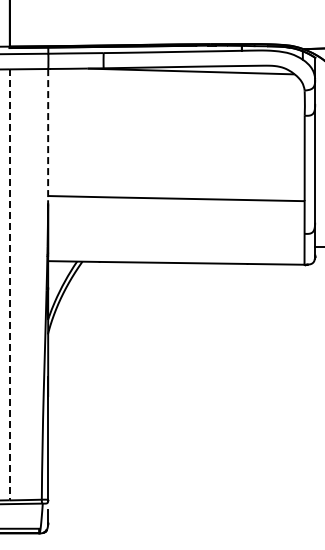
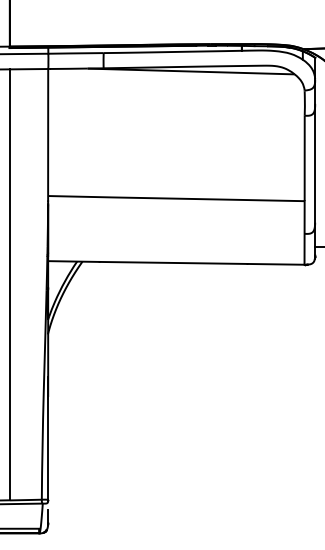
line at (48, 135): dashed -> solid
line at (9, 285): dashed -> solid
